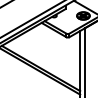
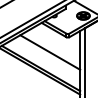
line at (50, 52): none -> present
